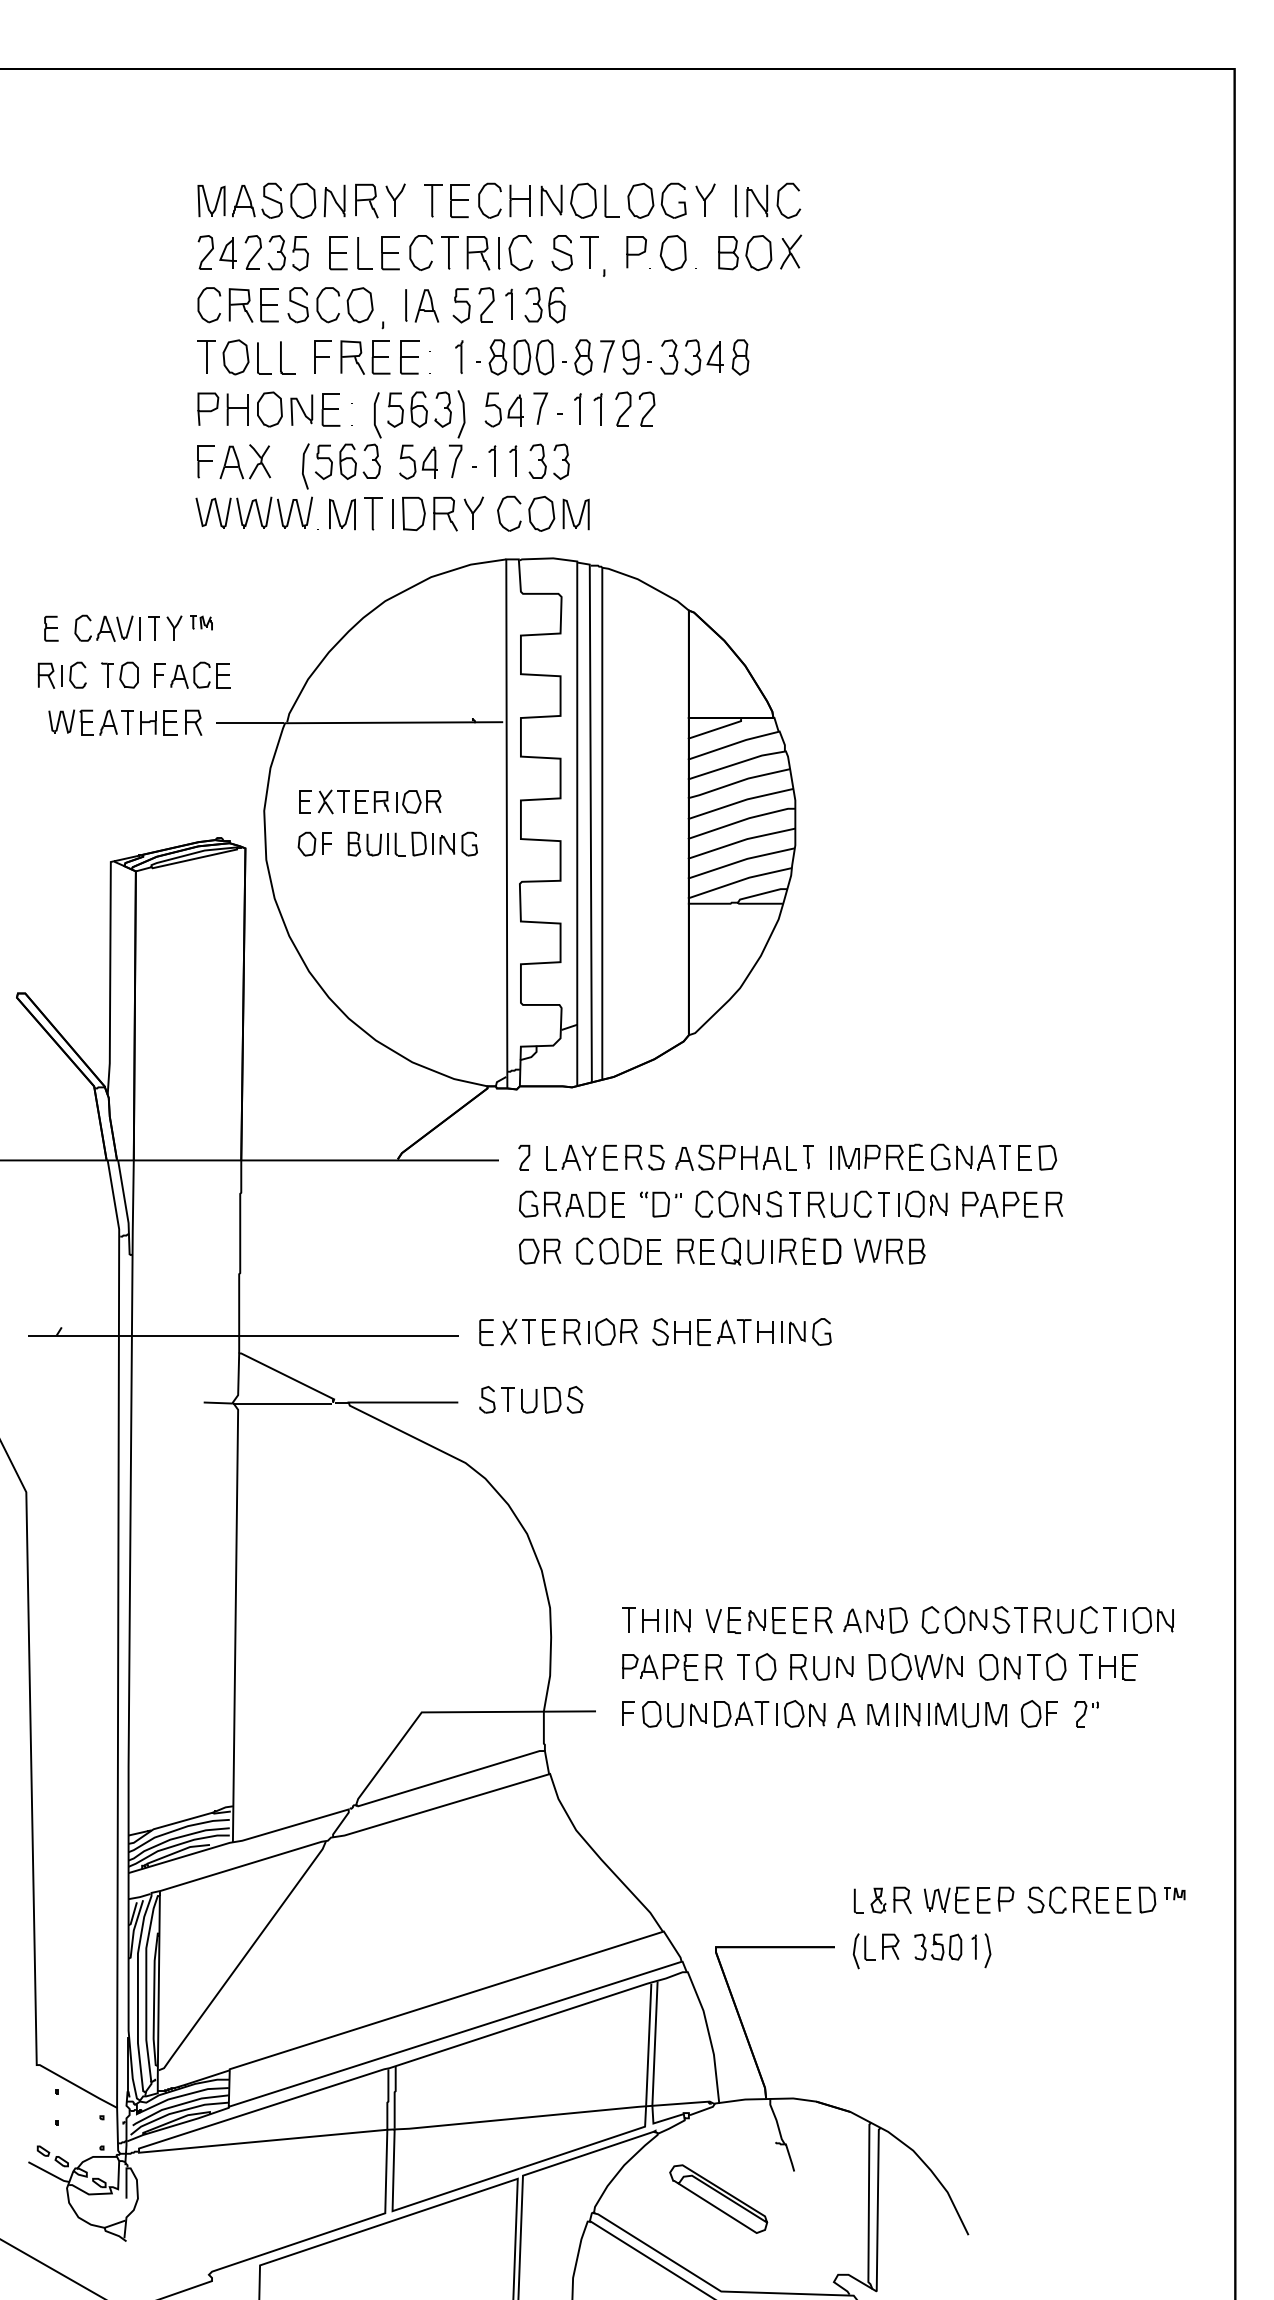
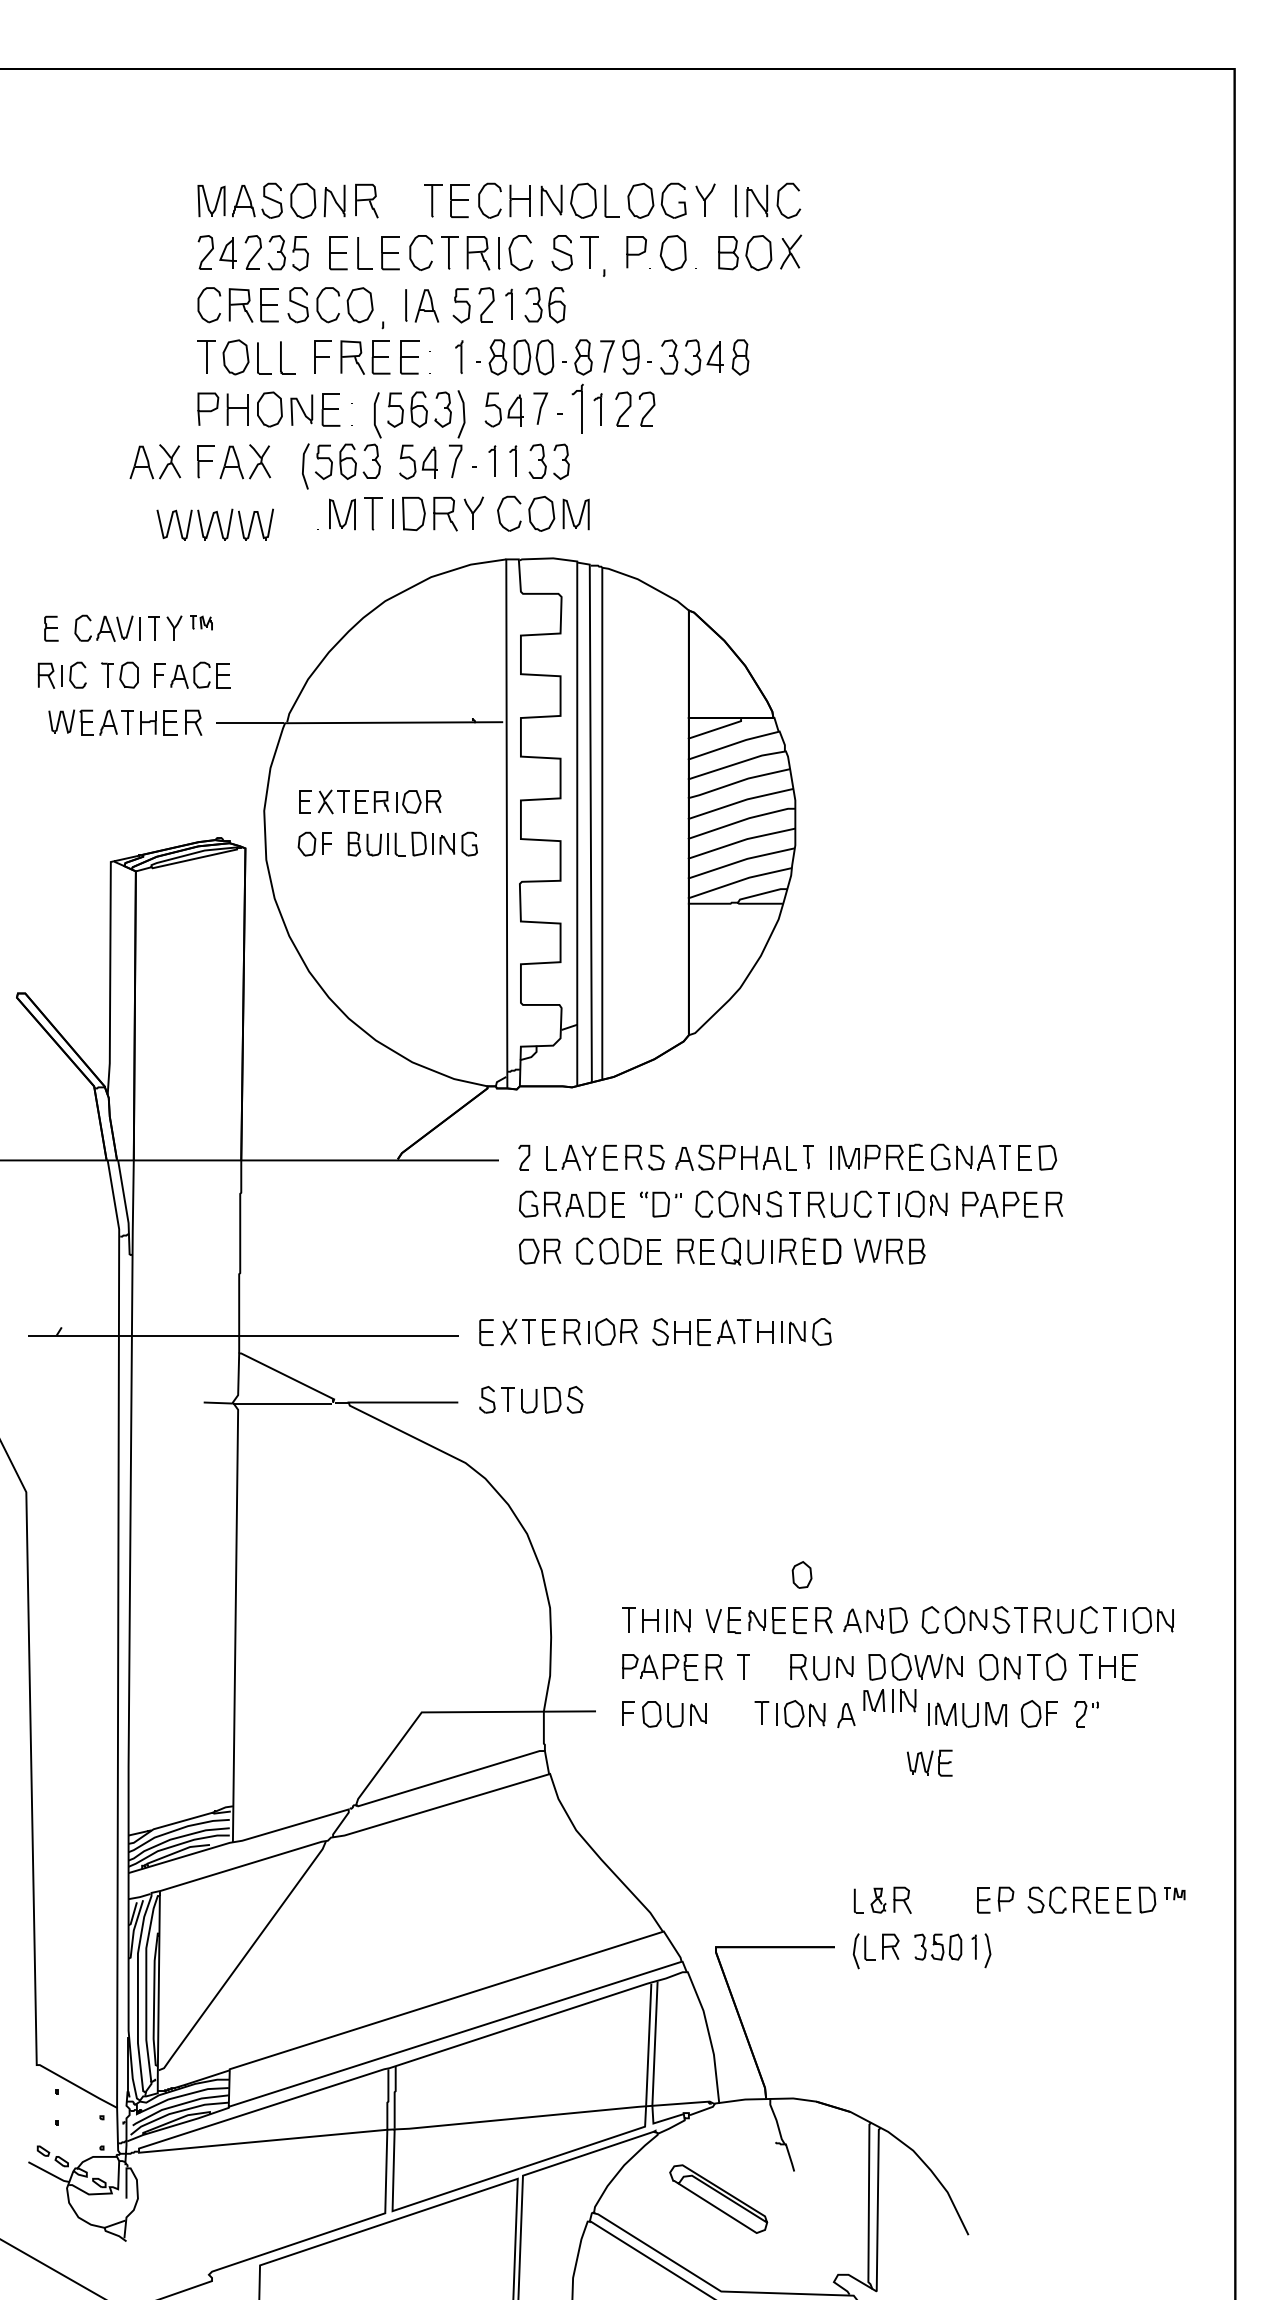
part at (395, 199): present -> none
part at (577, 408) size: 8x32 px -> 13x51 px
part at (155, 461): none -> present
part at (253, 512) position: (253, 512) -> (214, 524)
part at (765, 1666) position: (765, 1666) -> (801, 1574)
part at (733, 1714): present -> none
part at (893, 1714) position: (893, 1714) -> (889, 1700)
part at (946, 1899) position: (946, 1899) -> (929, 1762)
